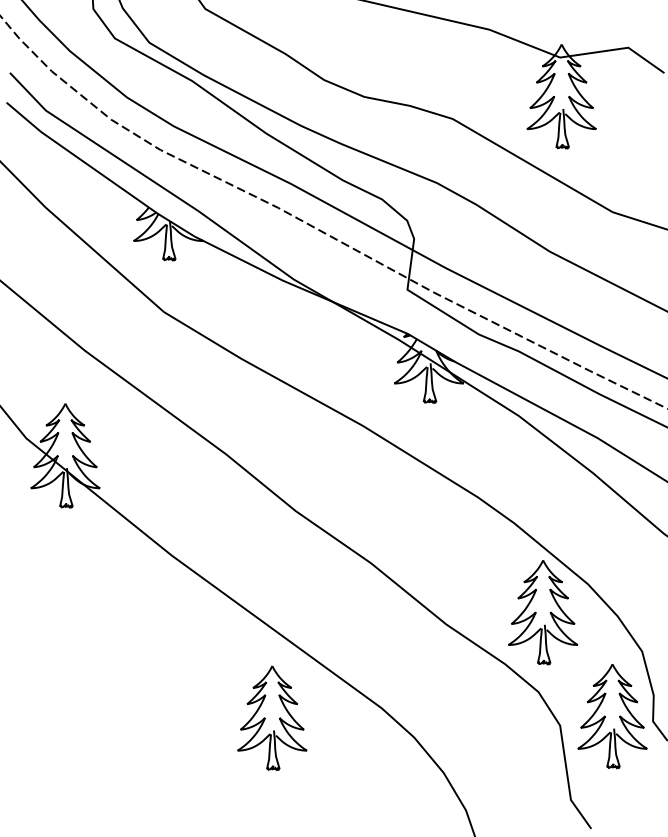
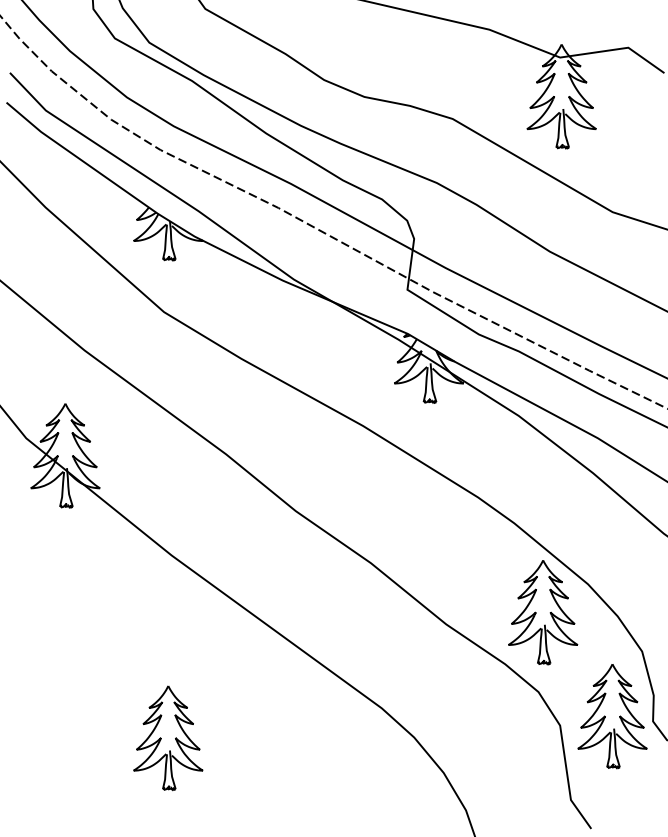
part at (272, 718) position: (272, 718) -> (168, 738)
